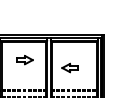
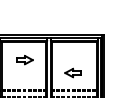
part at (69, 67) position: (69, 67) -> (72, 72)
